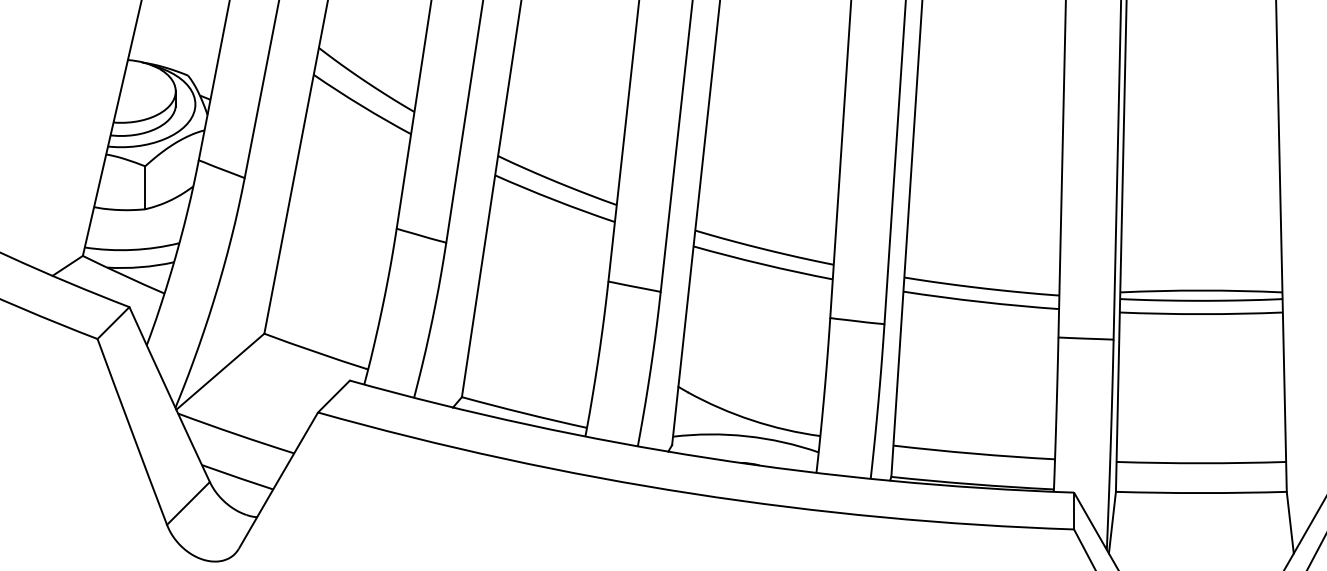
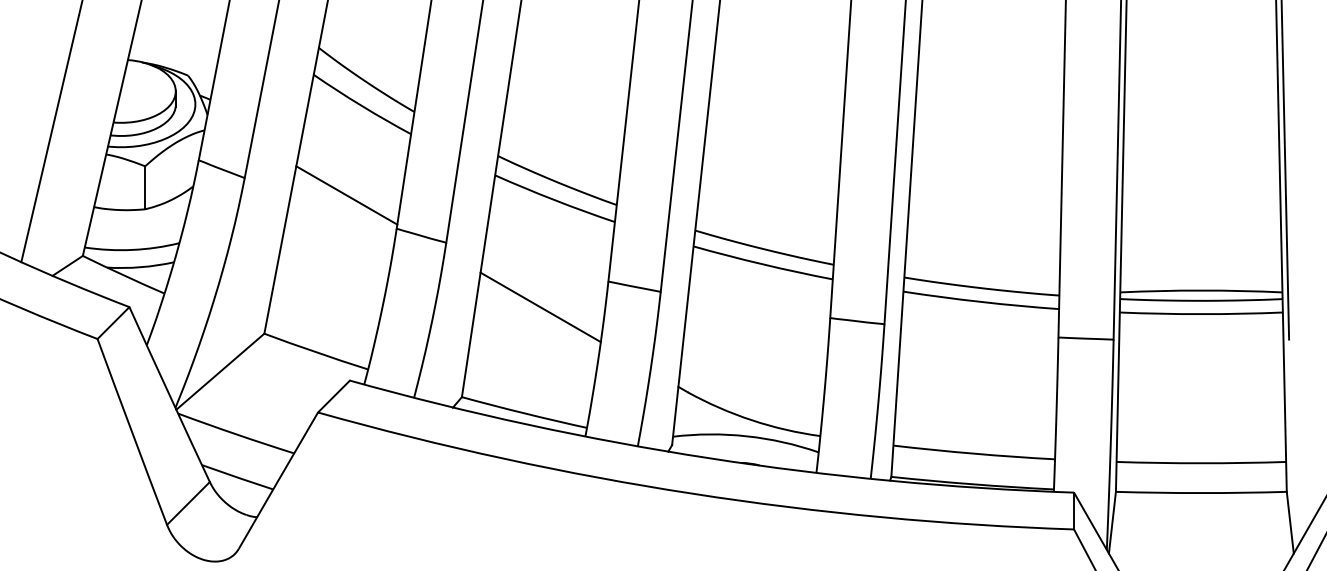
line at (51, 132): none -> present
line at (1285, 170): none -> present
line at (346, 195): none -> present
line at (540, 307): none -> present
